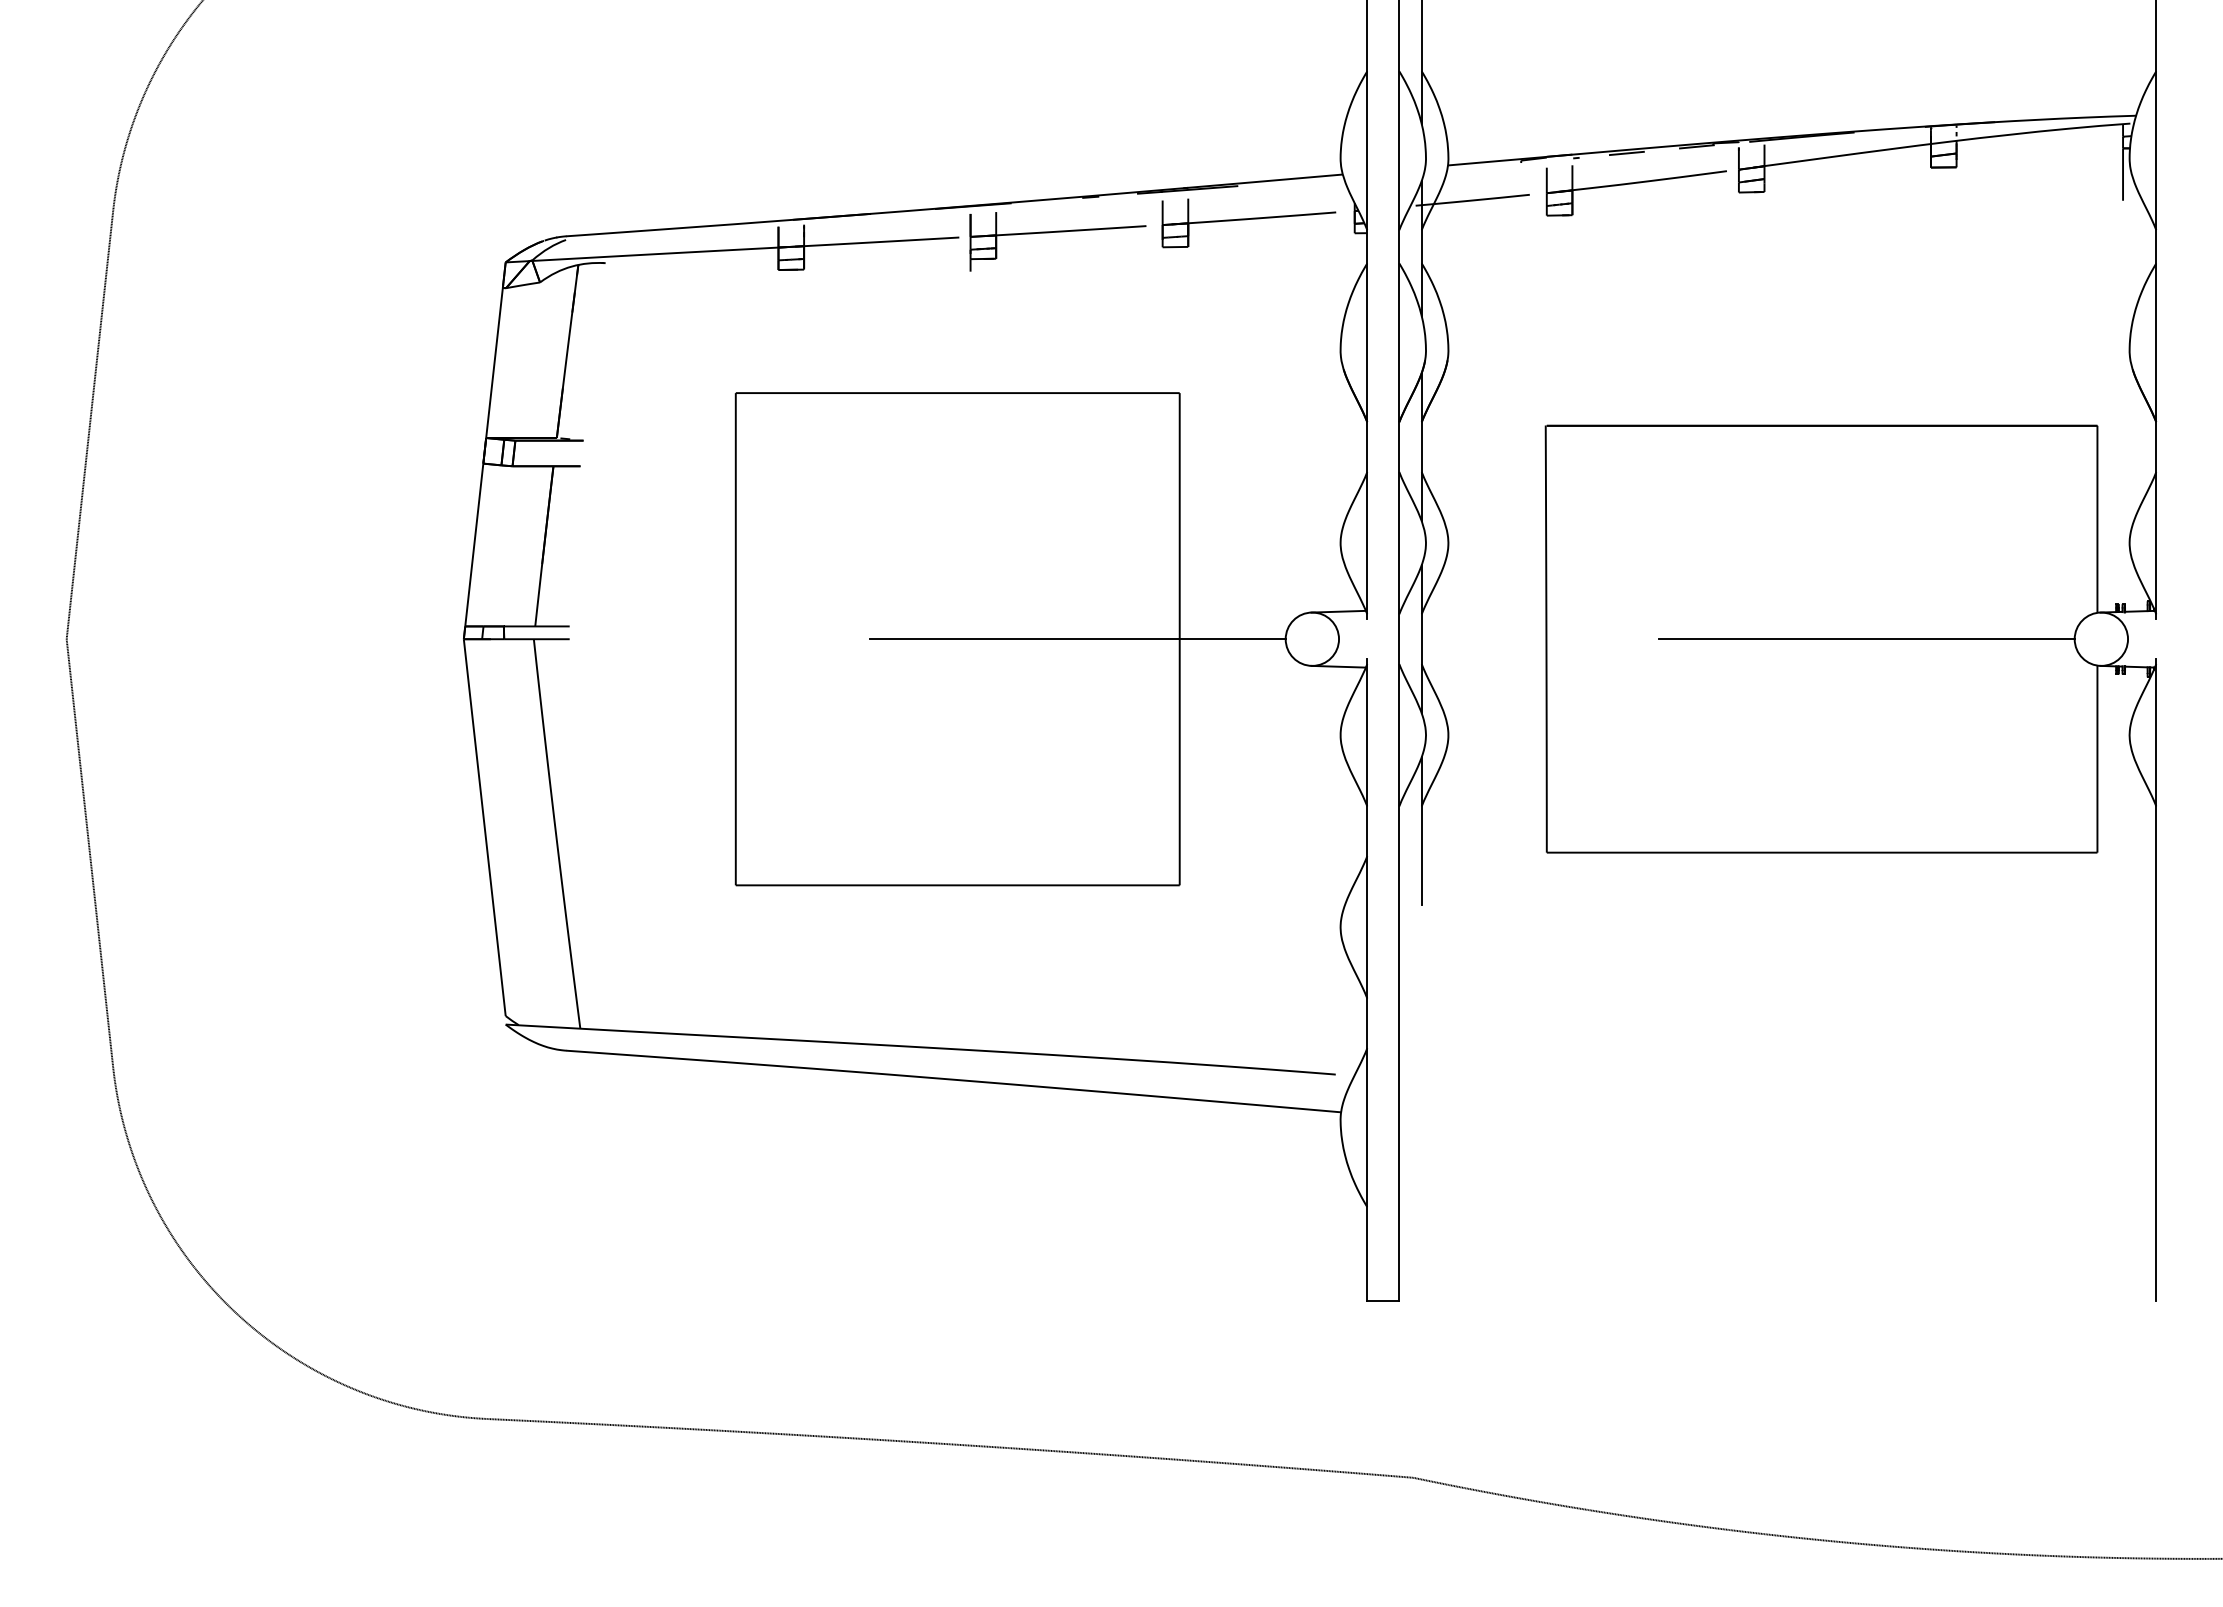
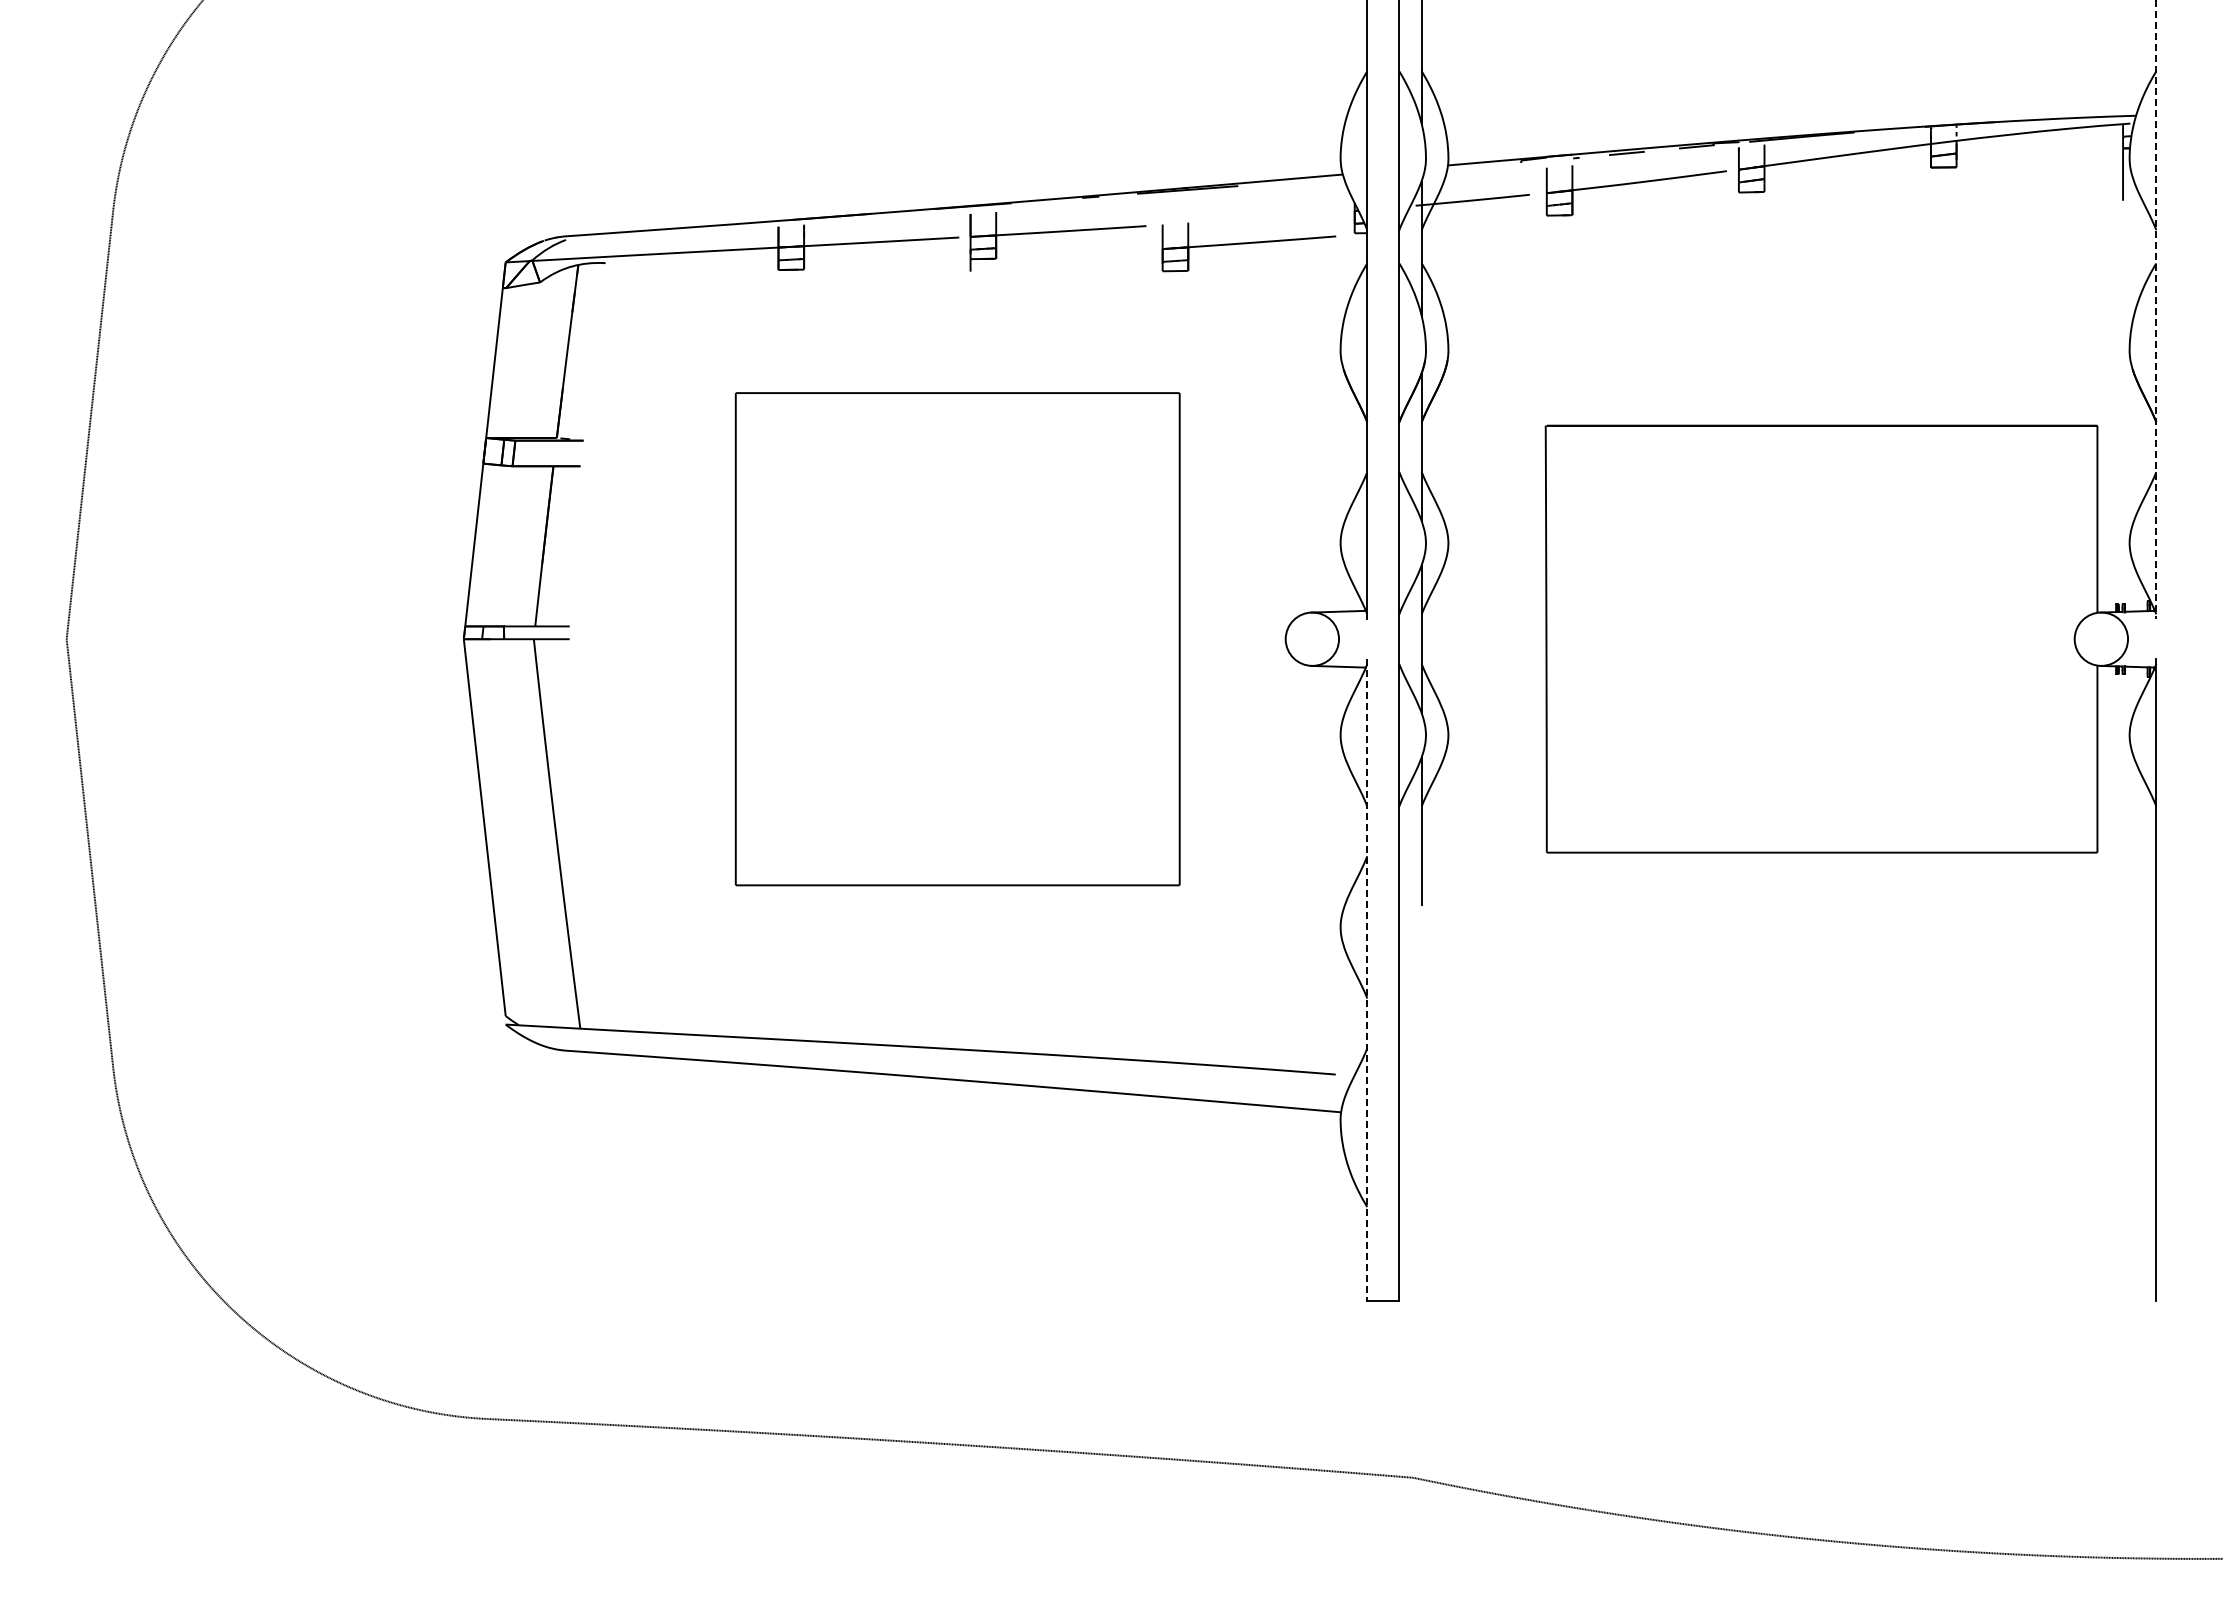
part at (1248, 223) position: (1248, 223) -> (1248, 247)
line at (2156, 310): solid -> dashed
line at (1077, 639): present -> none
line at (1866, 639): present -> none
line at (1367, 980): solid -> dashed
